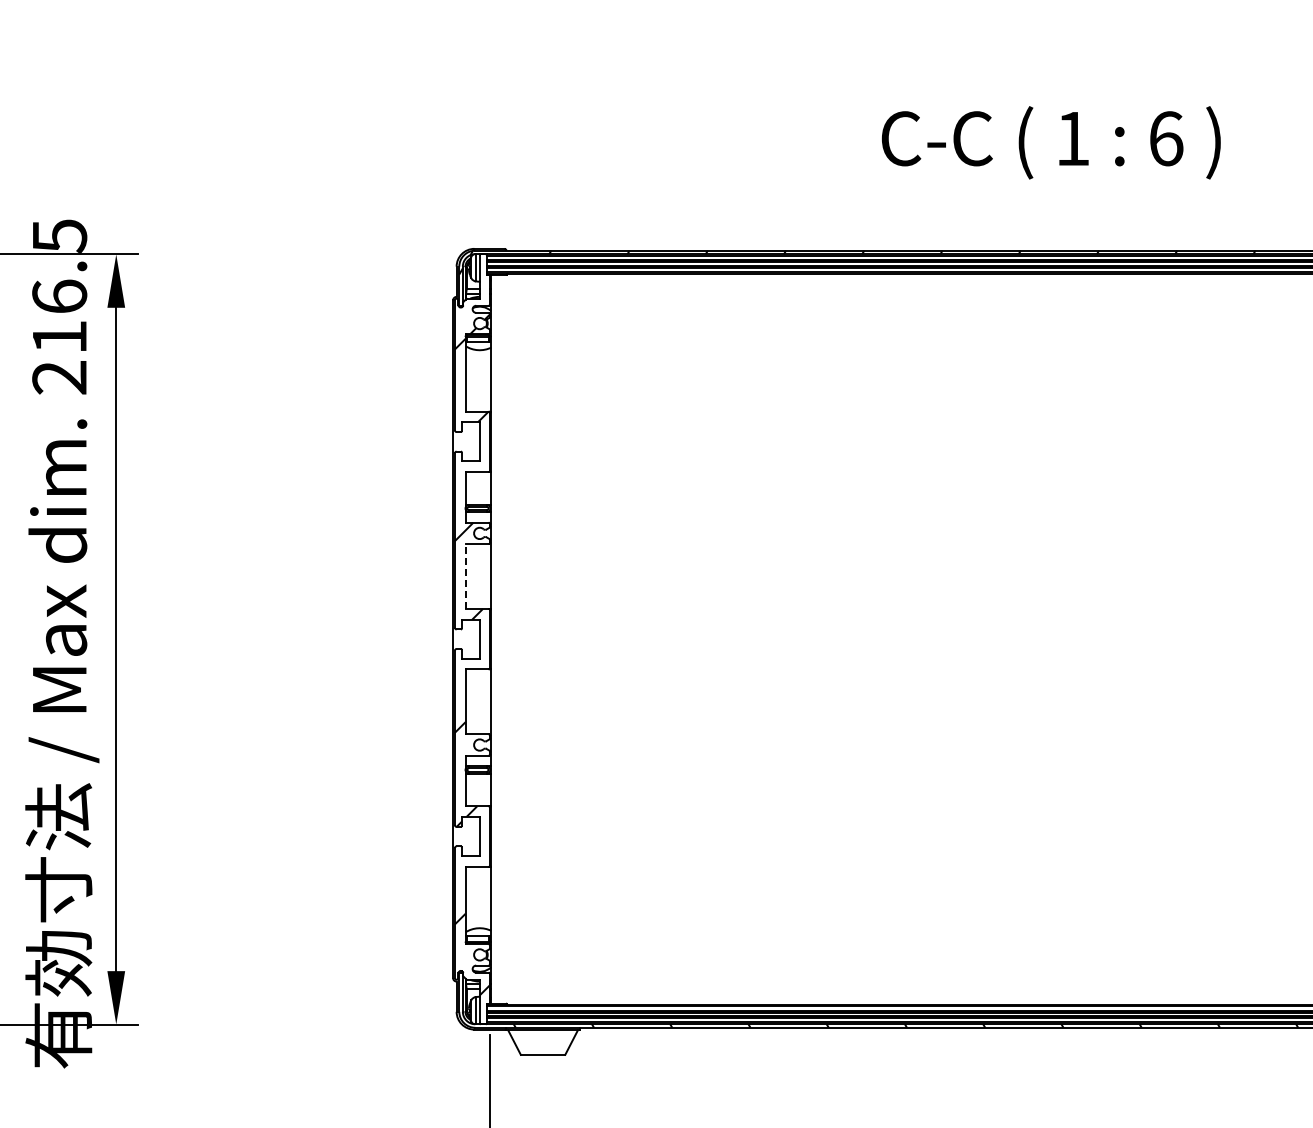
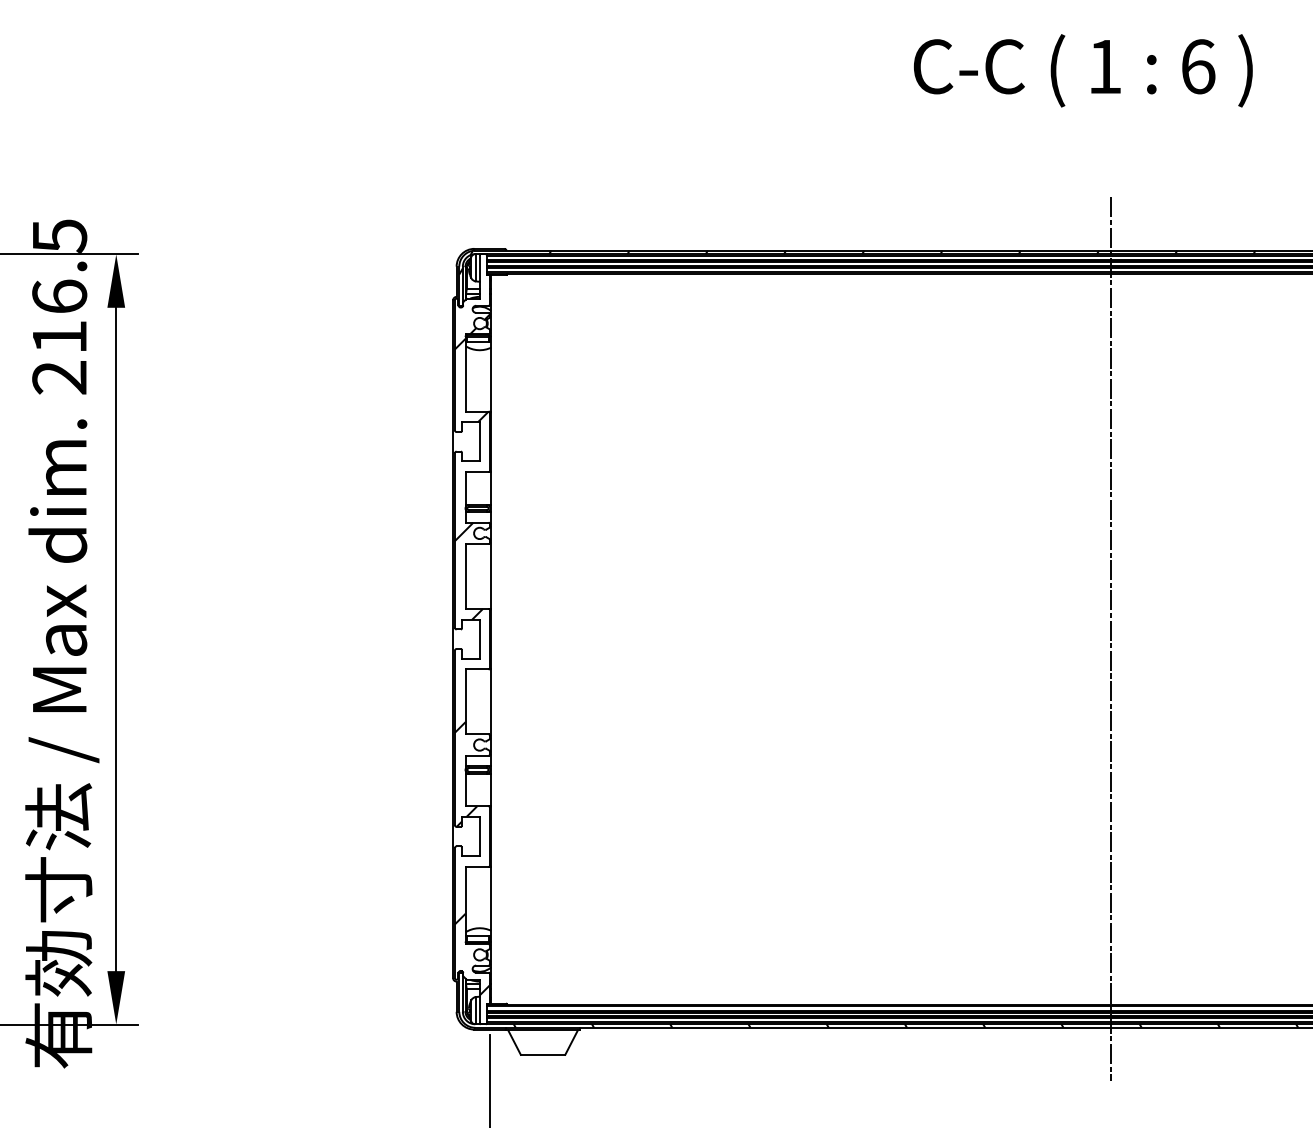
text at (1051, 142) position: (1051, 142) -> (1083, 70)
line at (465, 576): dashed -> solid
line at (1111, 639): none -> present
